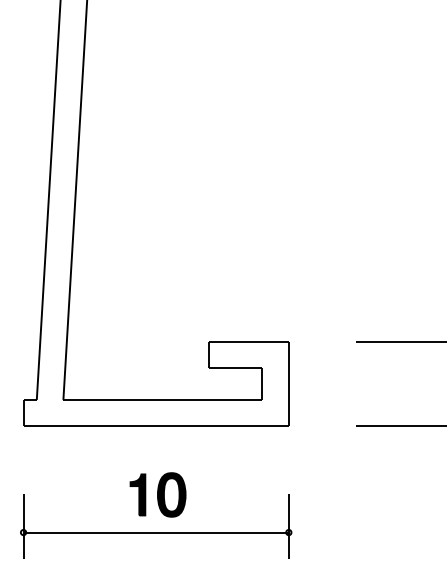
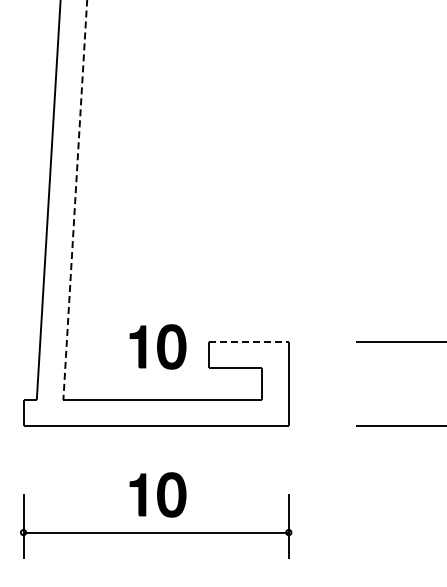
line at (75, 200): solid -> dashed
line at (249, 341): solid -> dashed
part at (157, 346): none -> present
